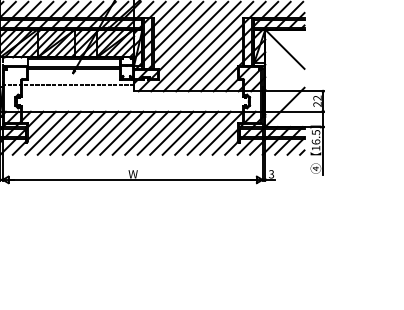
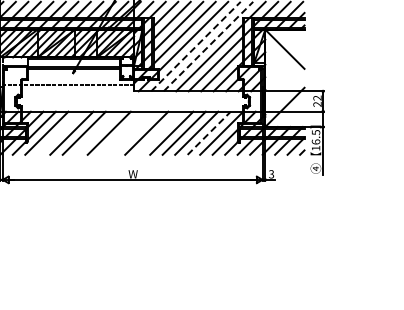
line at (196, 46): solid -> dashed
line at (208, 46): solid -> dashed
line at (58, 132): present -> none
line at (96, 132): present -> none
line at (121, 132): present -> none
line at (133, 132): present -> none
line at (158, 132): present -> none
line at (209, 132): solid -> dashed
